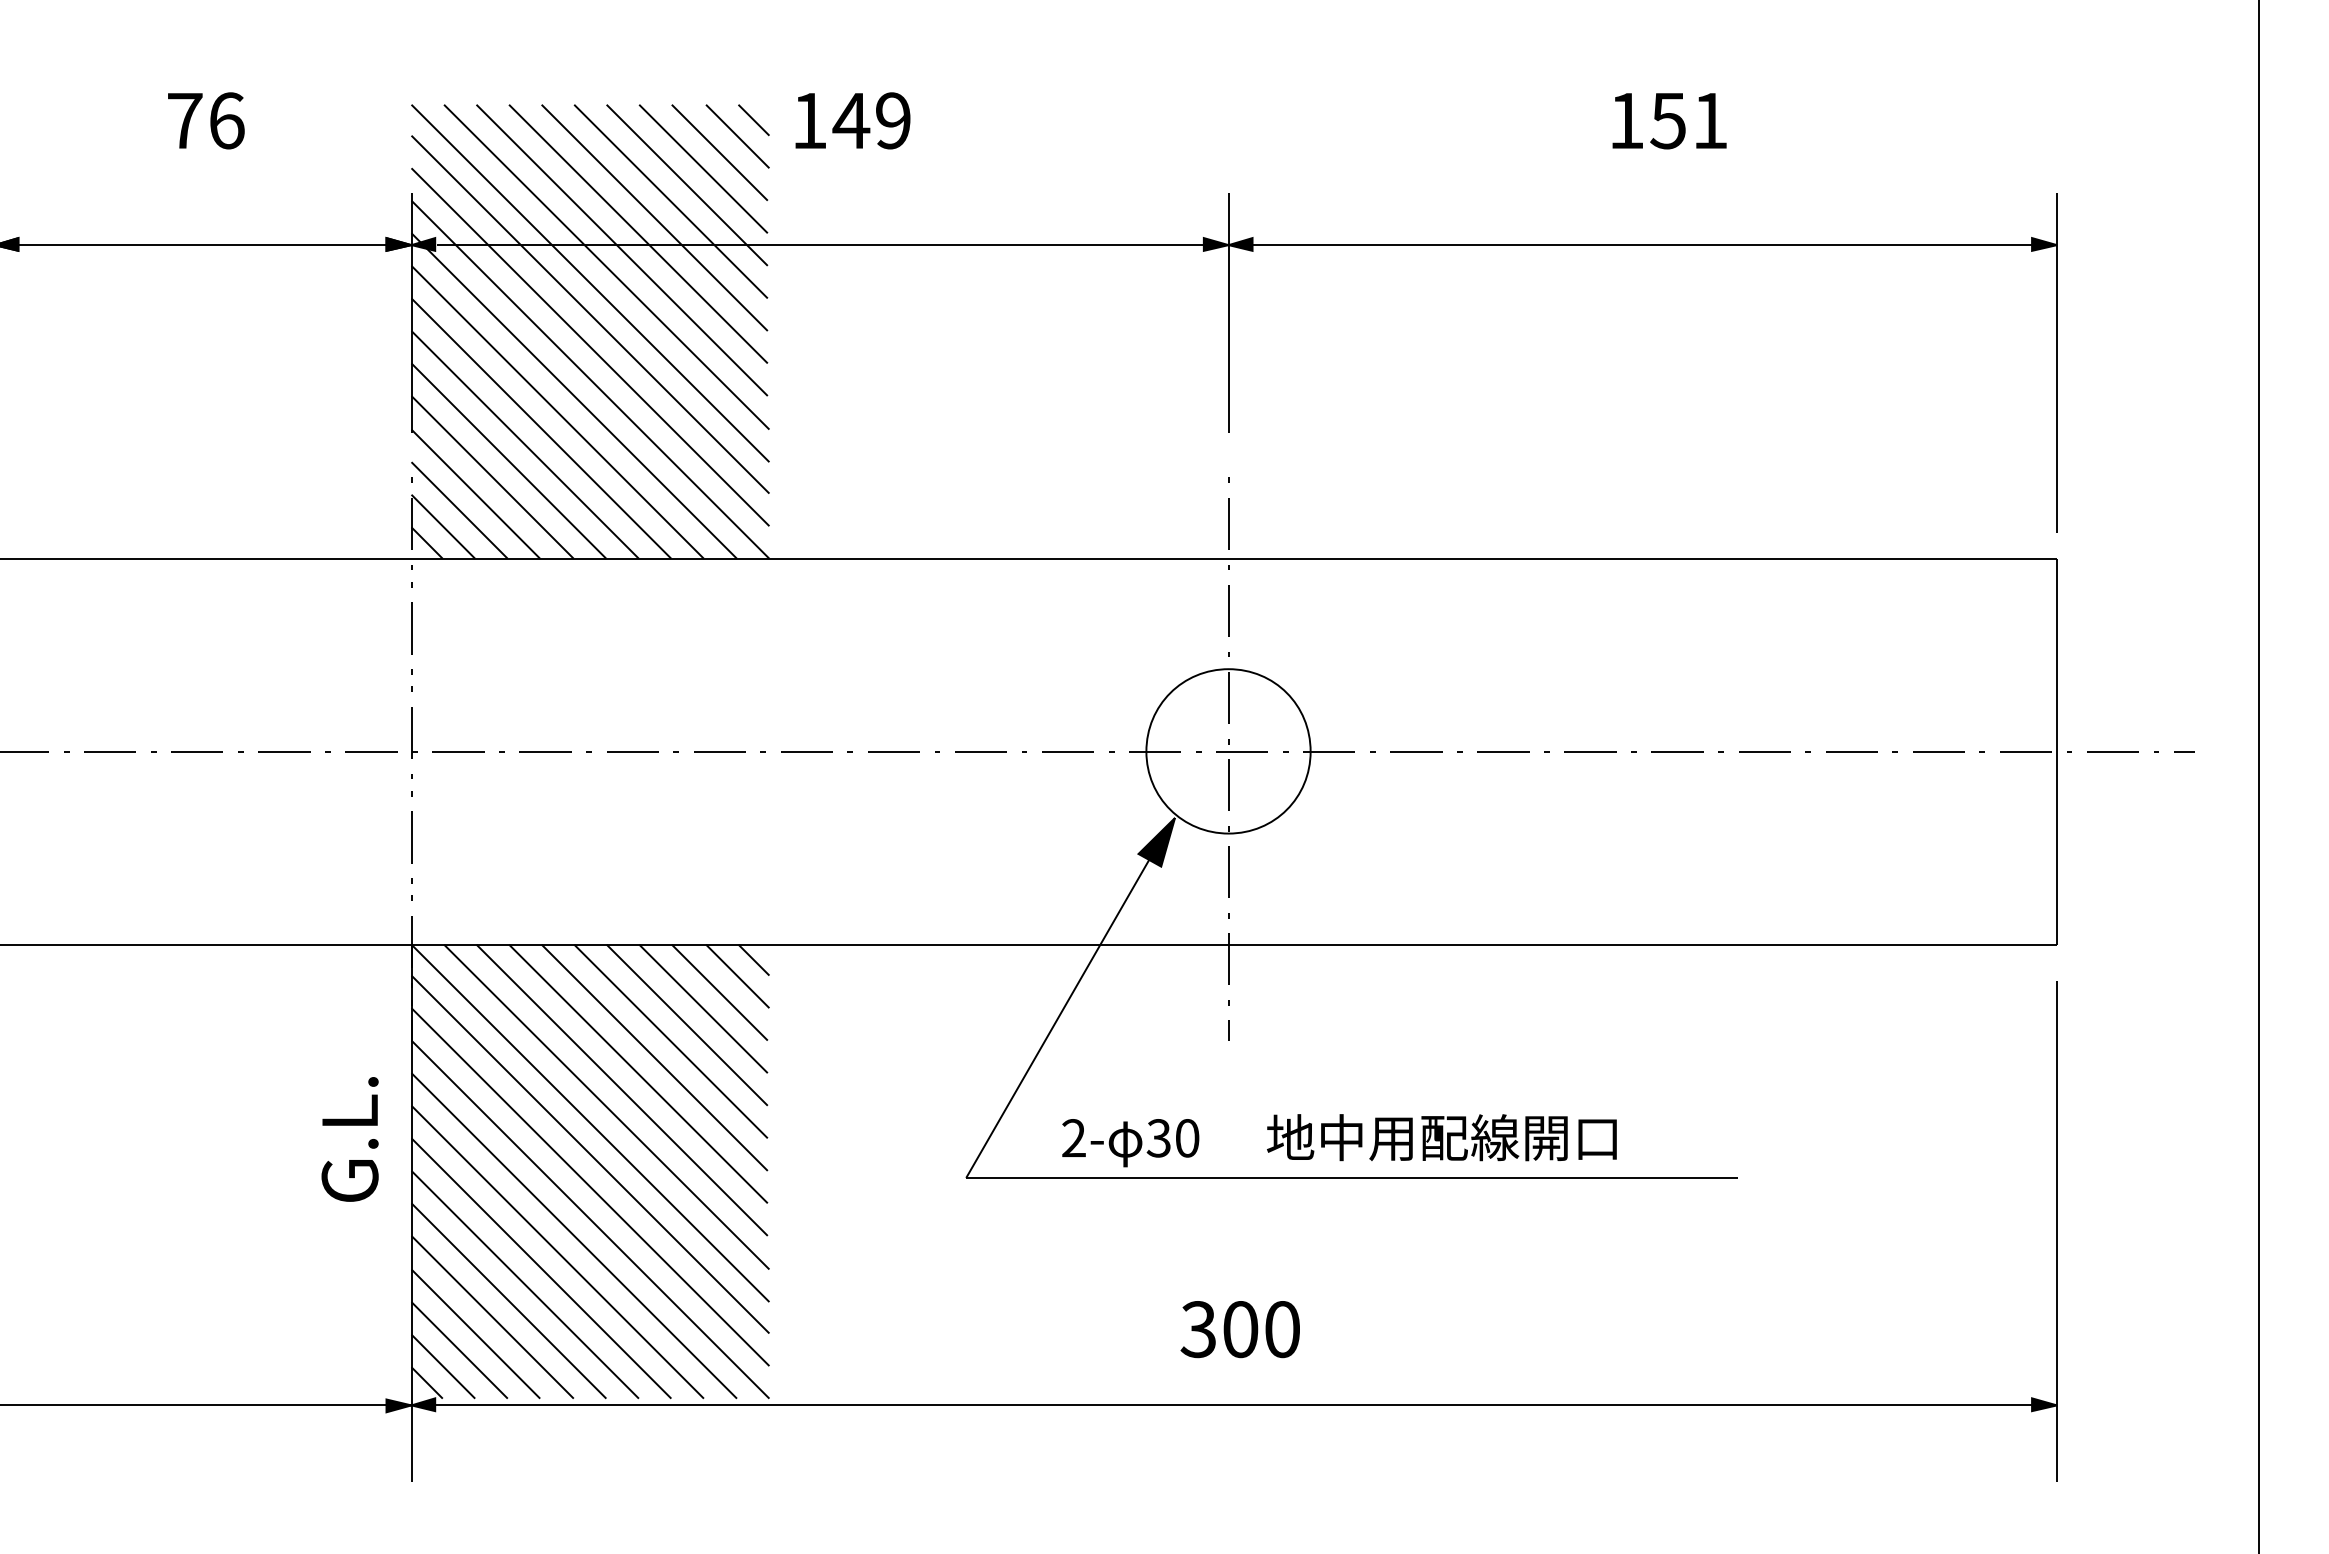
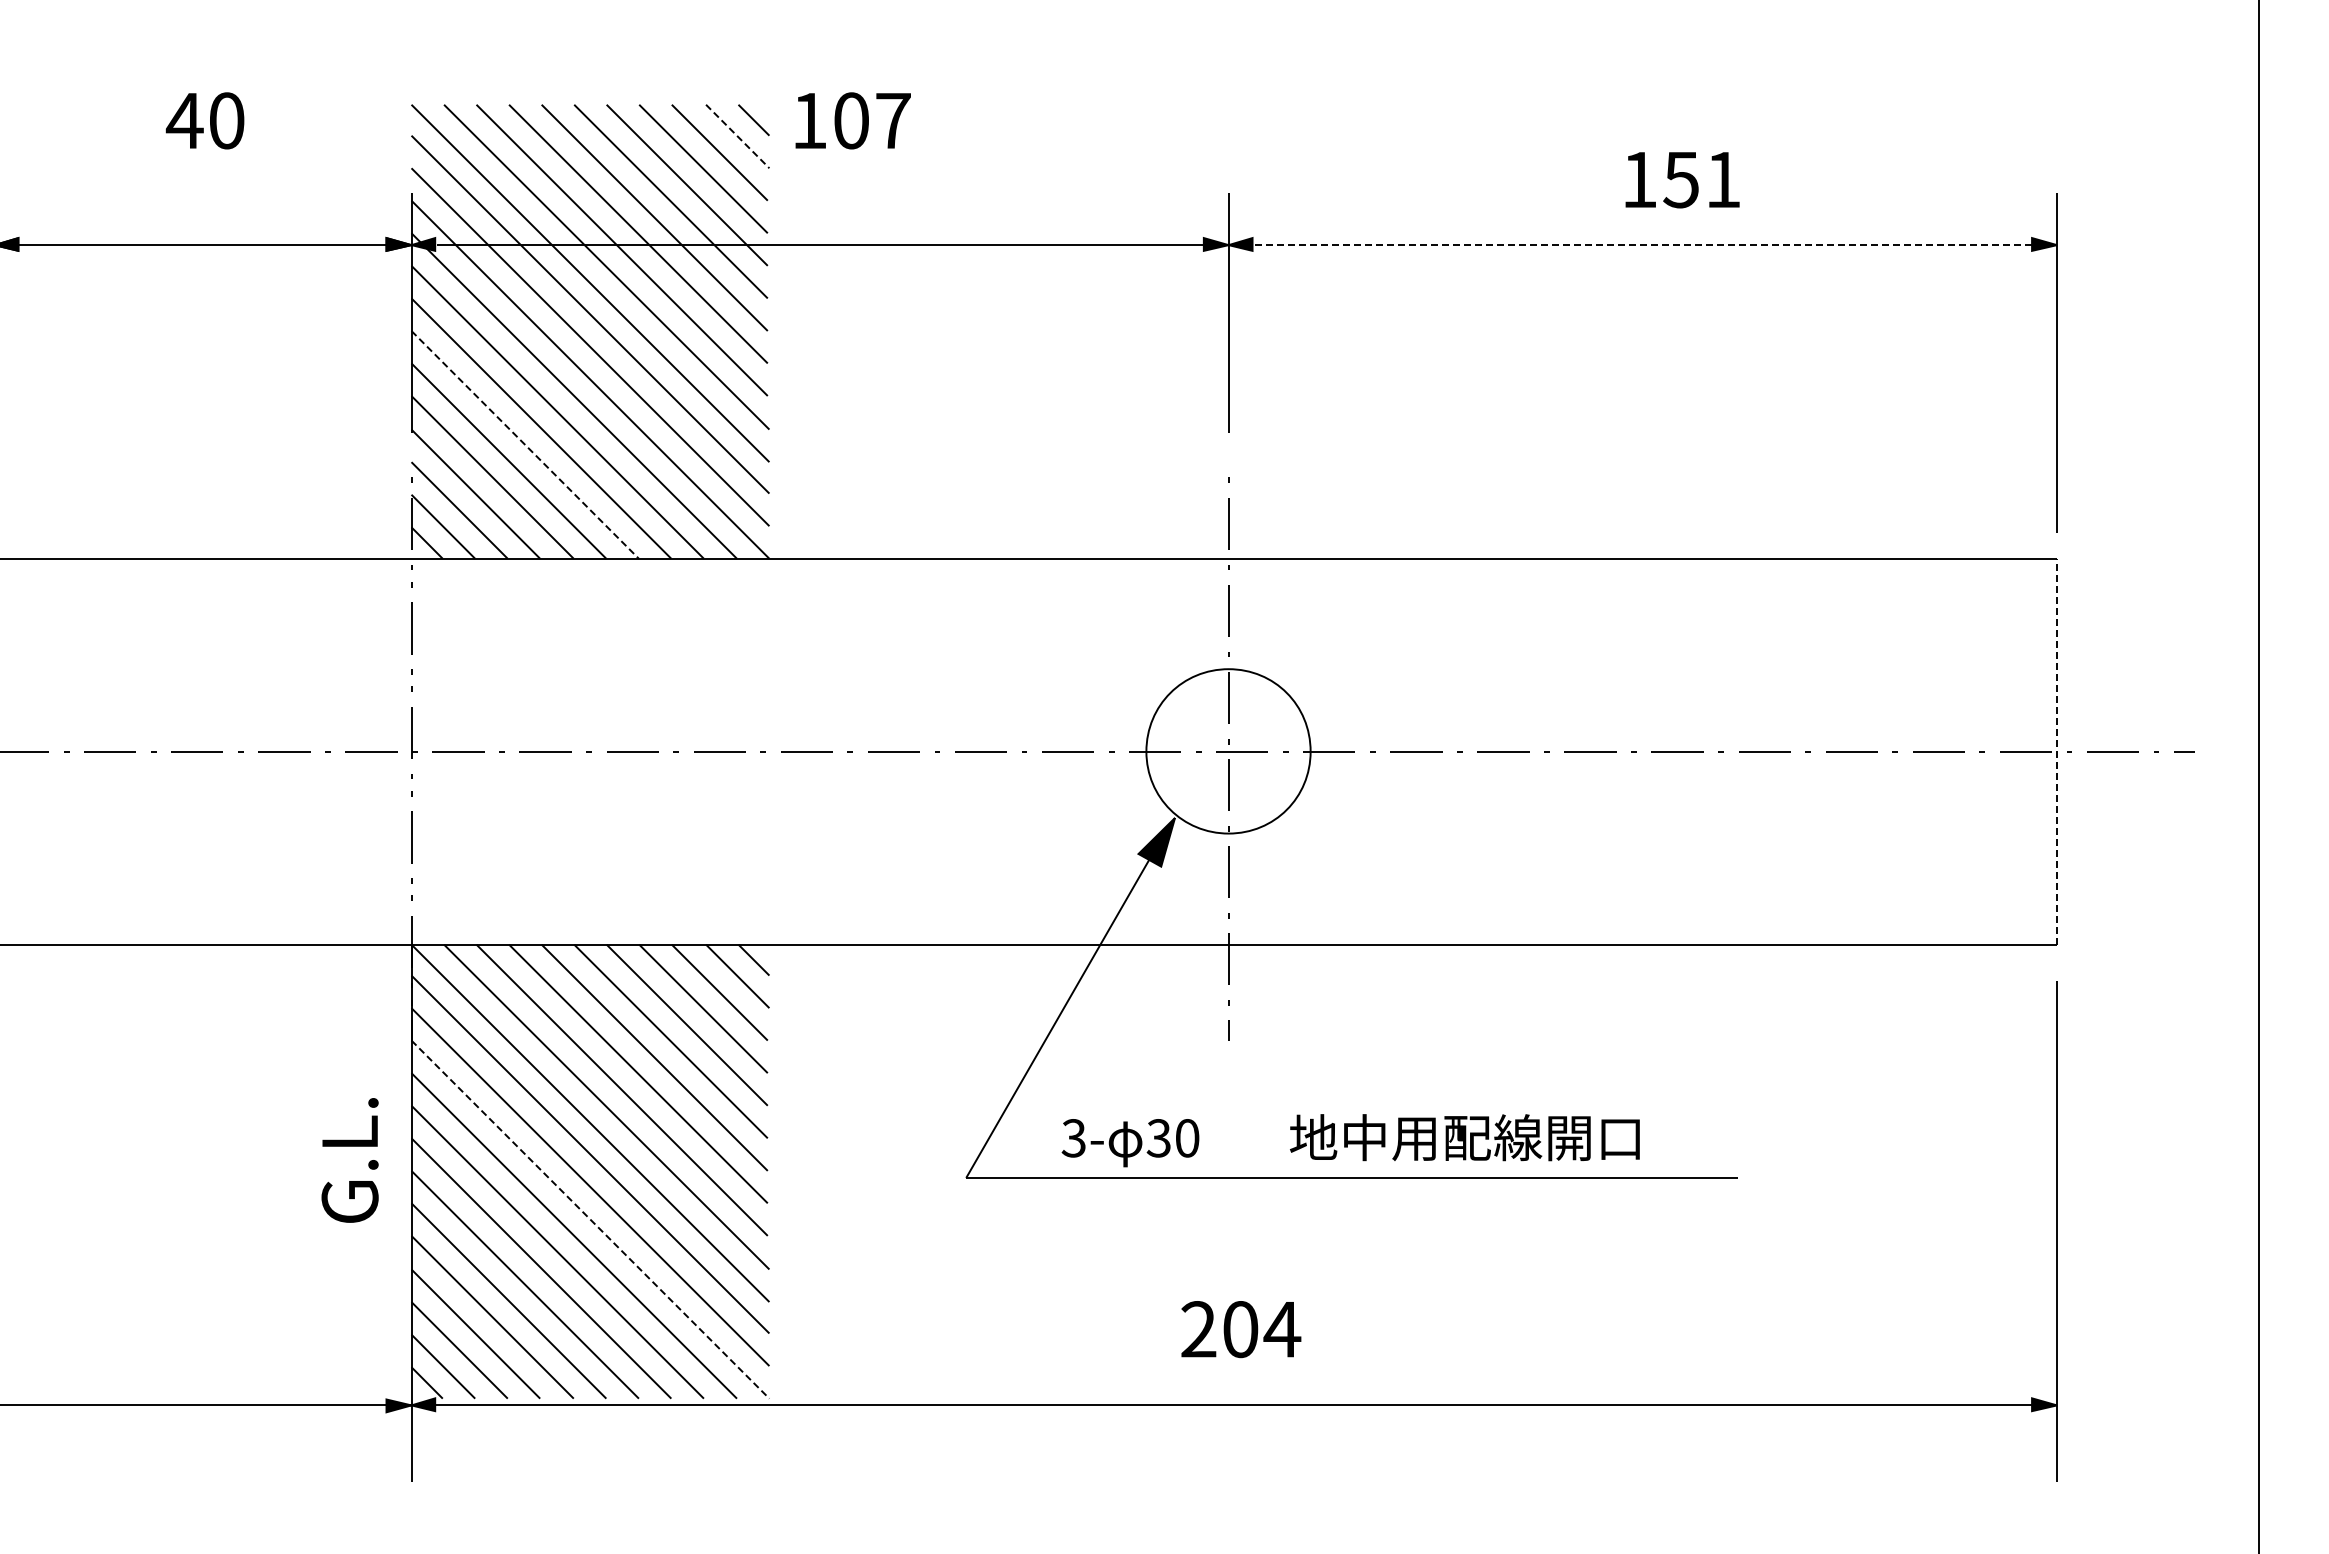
text at (204, 120): 76 -> 40
text at (871, 120): 149 -> 107
text at (1669, 121) position: (1669, 121) -> (1682, 180)
line at (737, 136): solid -> dashed
line at (1635, 245): solid -> dashed
line at (525, 444): solid -> dashed
line at (2057, 751): solid -> dashed
text at (1441, 1137) position: (1441, 1137) -> (1464, 1137)
text at (1073, 1138): 2- -> 3-
text at (349, 1139) position: (349, 1139) -> (349, 1160)
line at (590, 1219): solid -> dashed
text at (1240, 1329): 300 -> 204
